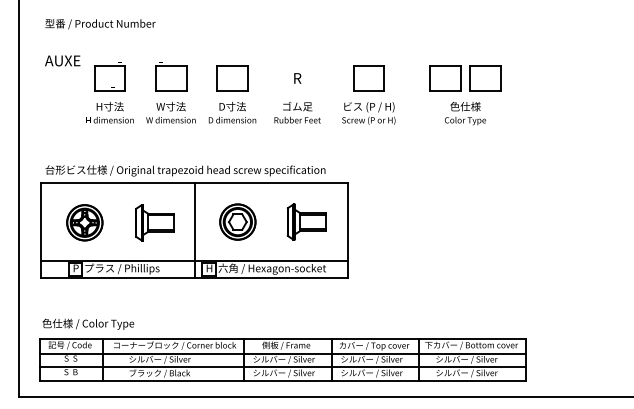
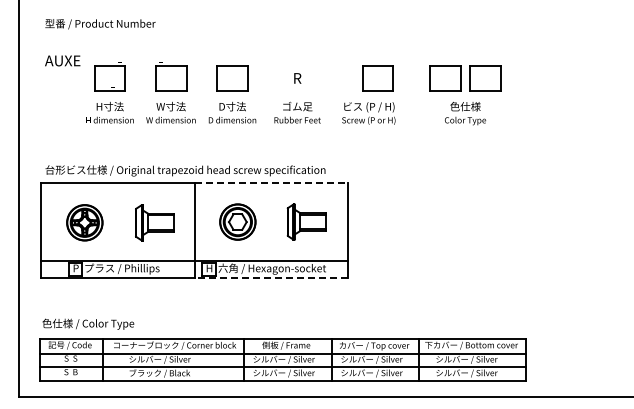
part at (368, 78) position: (368, 78) -> (377, 78)
line at (271, 183): solid -> dashed
line at (271, 278): solid -> dashed
